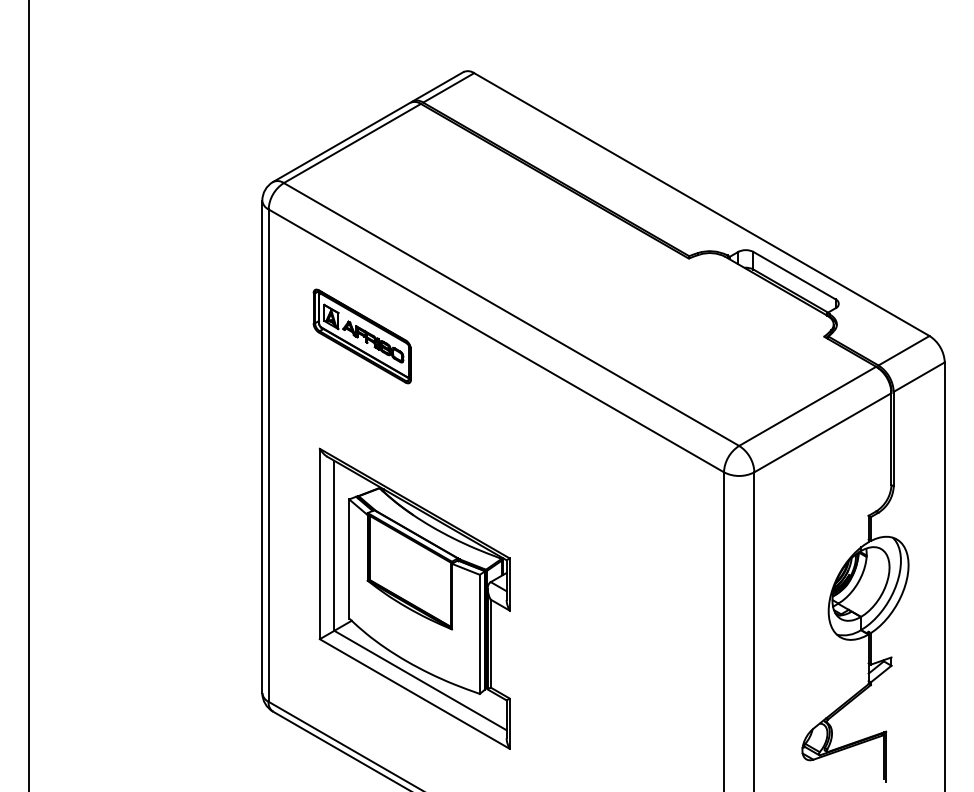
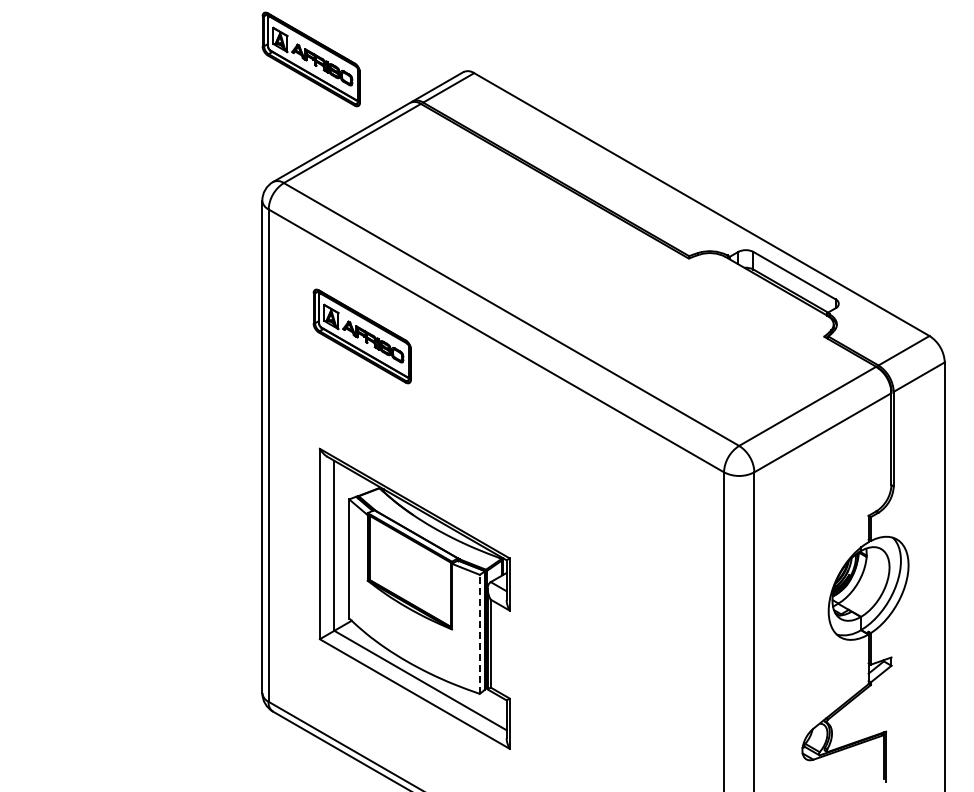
part at (310, 59): none -> present
line at (29, 395): present -> none
line at (479, 634): solid -> dashed
